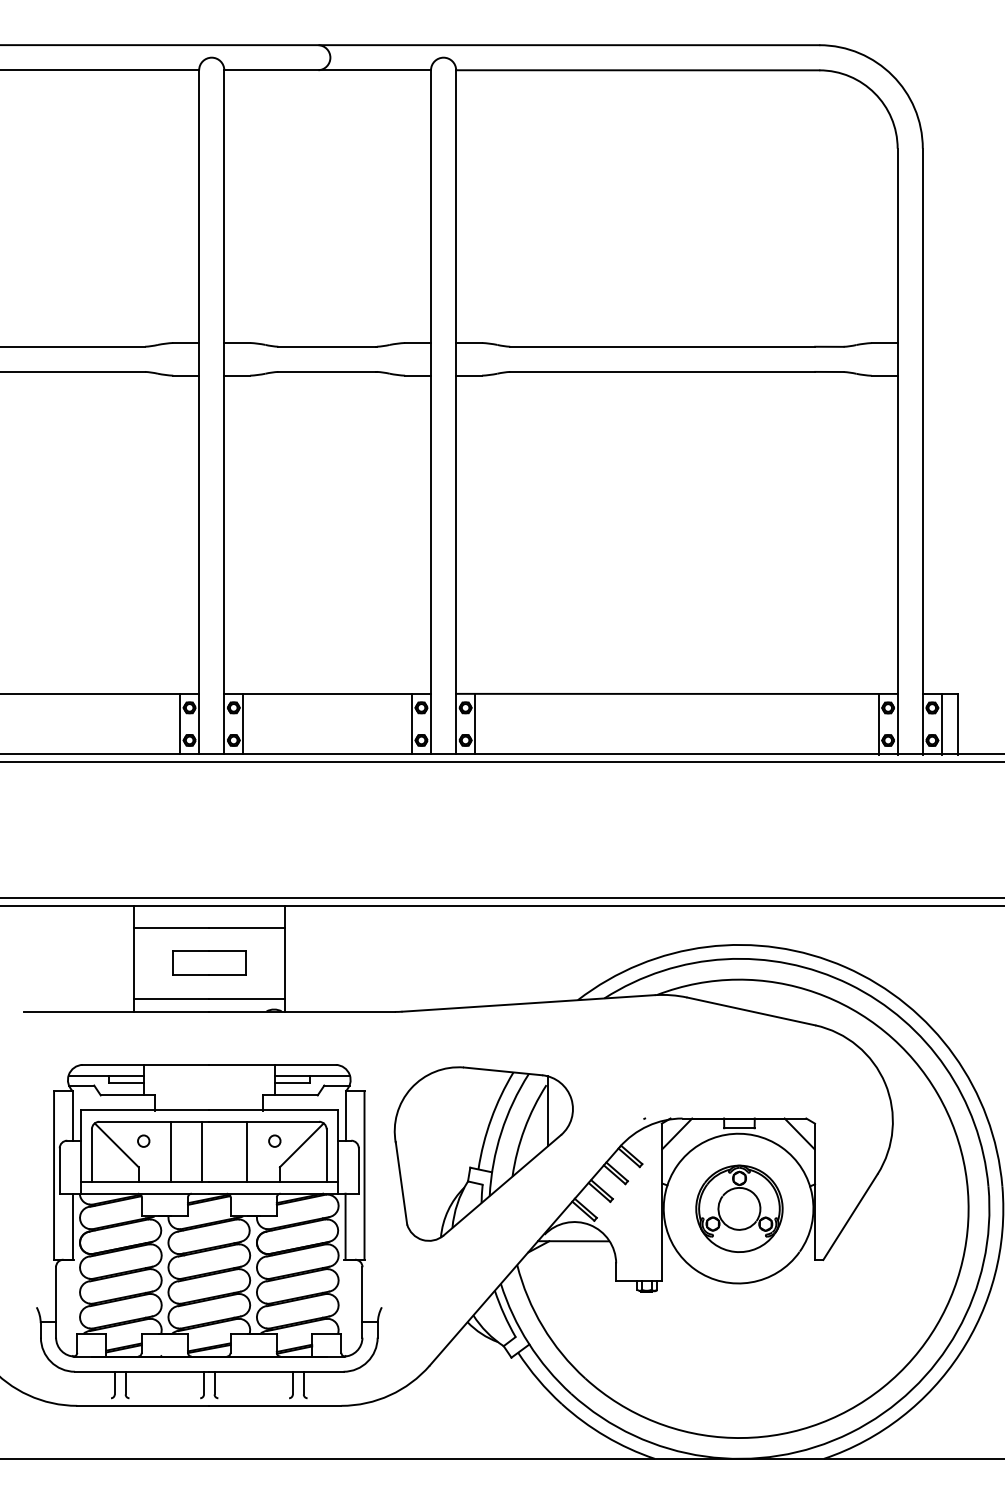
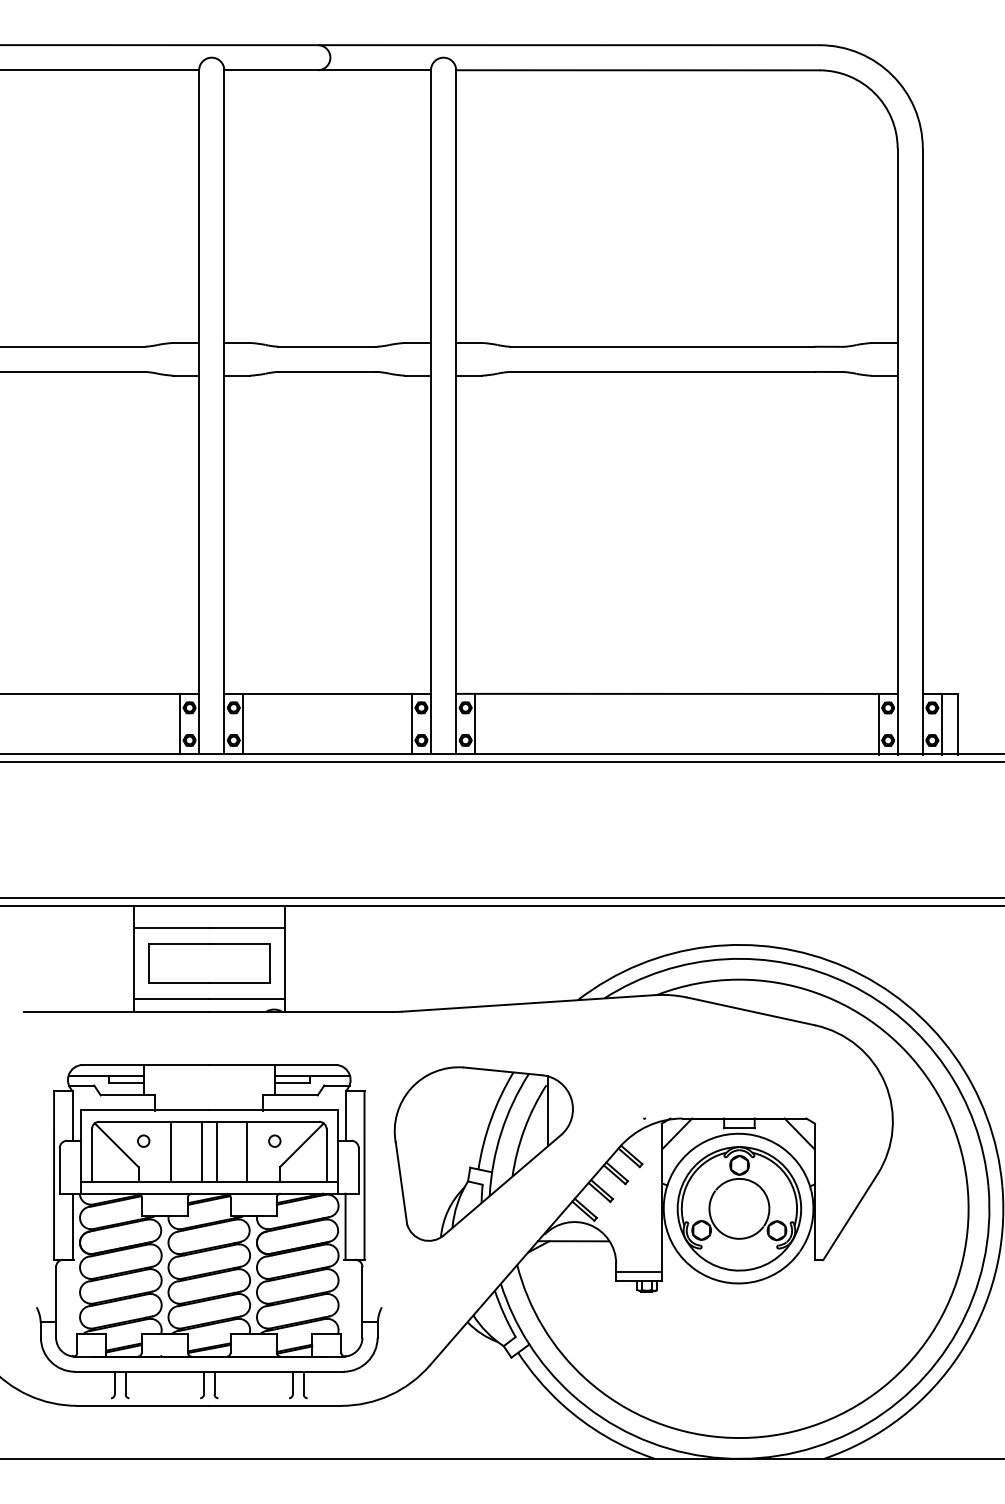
part at (209, 962) size: 75x26 px -> 123x41 px
line at (216, 1151): none -> present
part at (739, 1208) size: 89x89 px -> 127x126 px
line at (638, 1271): none -> present
